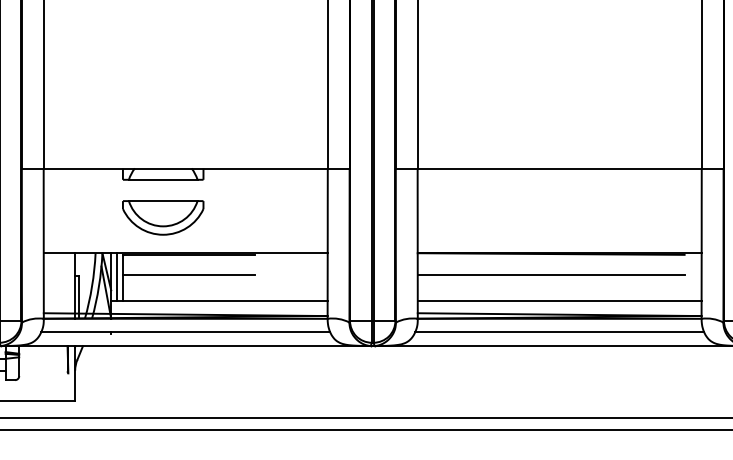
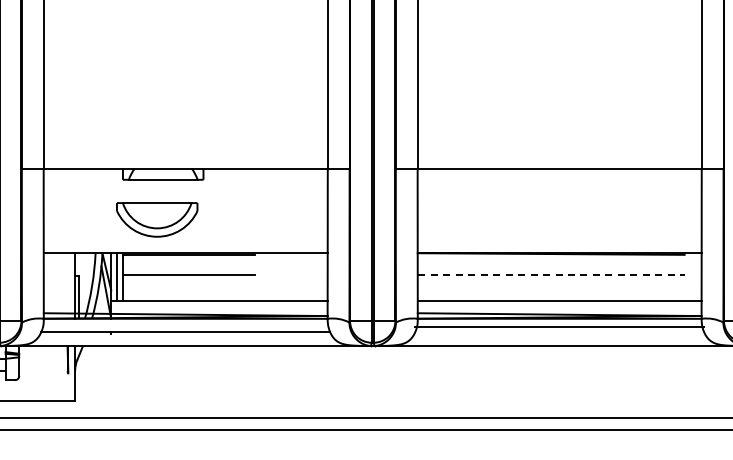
part at (163, 217) position: (163, 217) -> (157, 219)
line at (552, 275): solid -> dashed
line at (559, 332) position: (559, 332) -> (559, 327)
